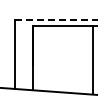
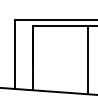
line at (56, 19): dashed -> solid
line at (92, 59) position: (92, 59) -> (87, 59)
